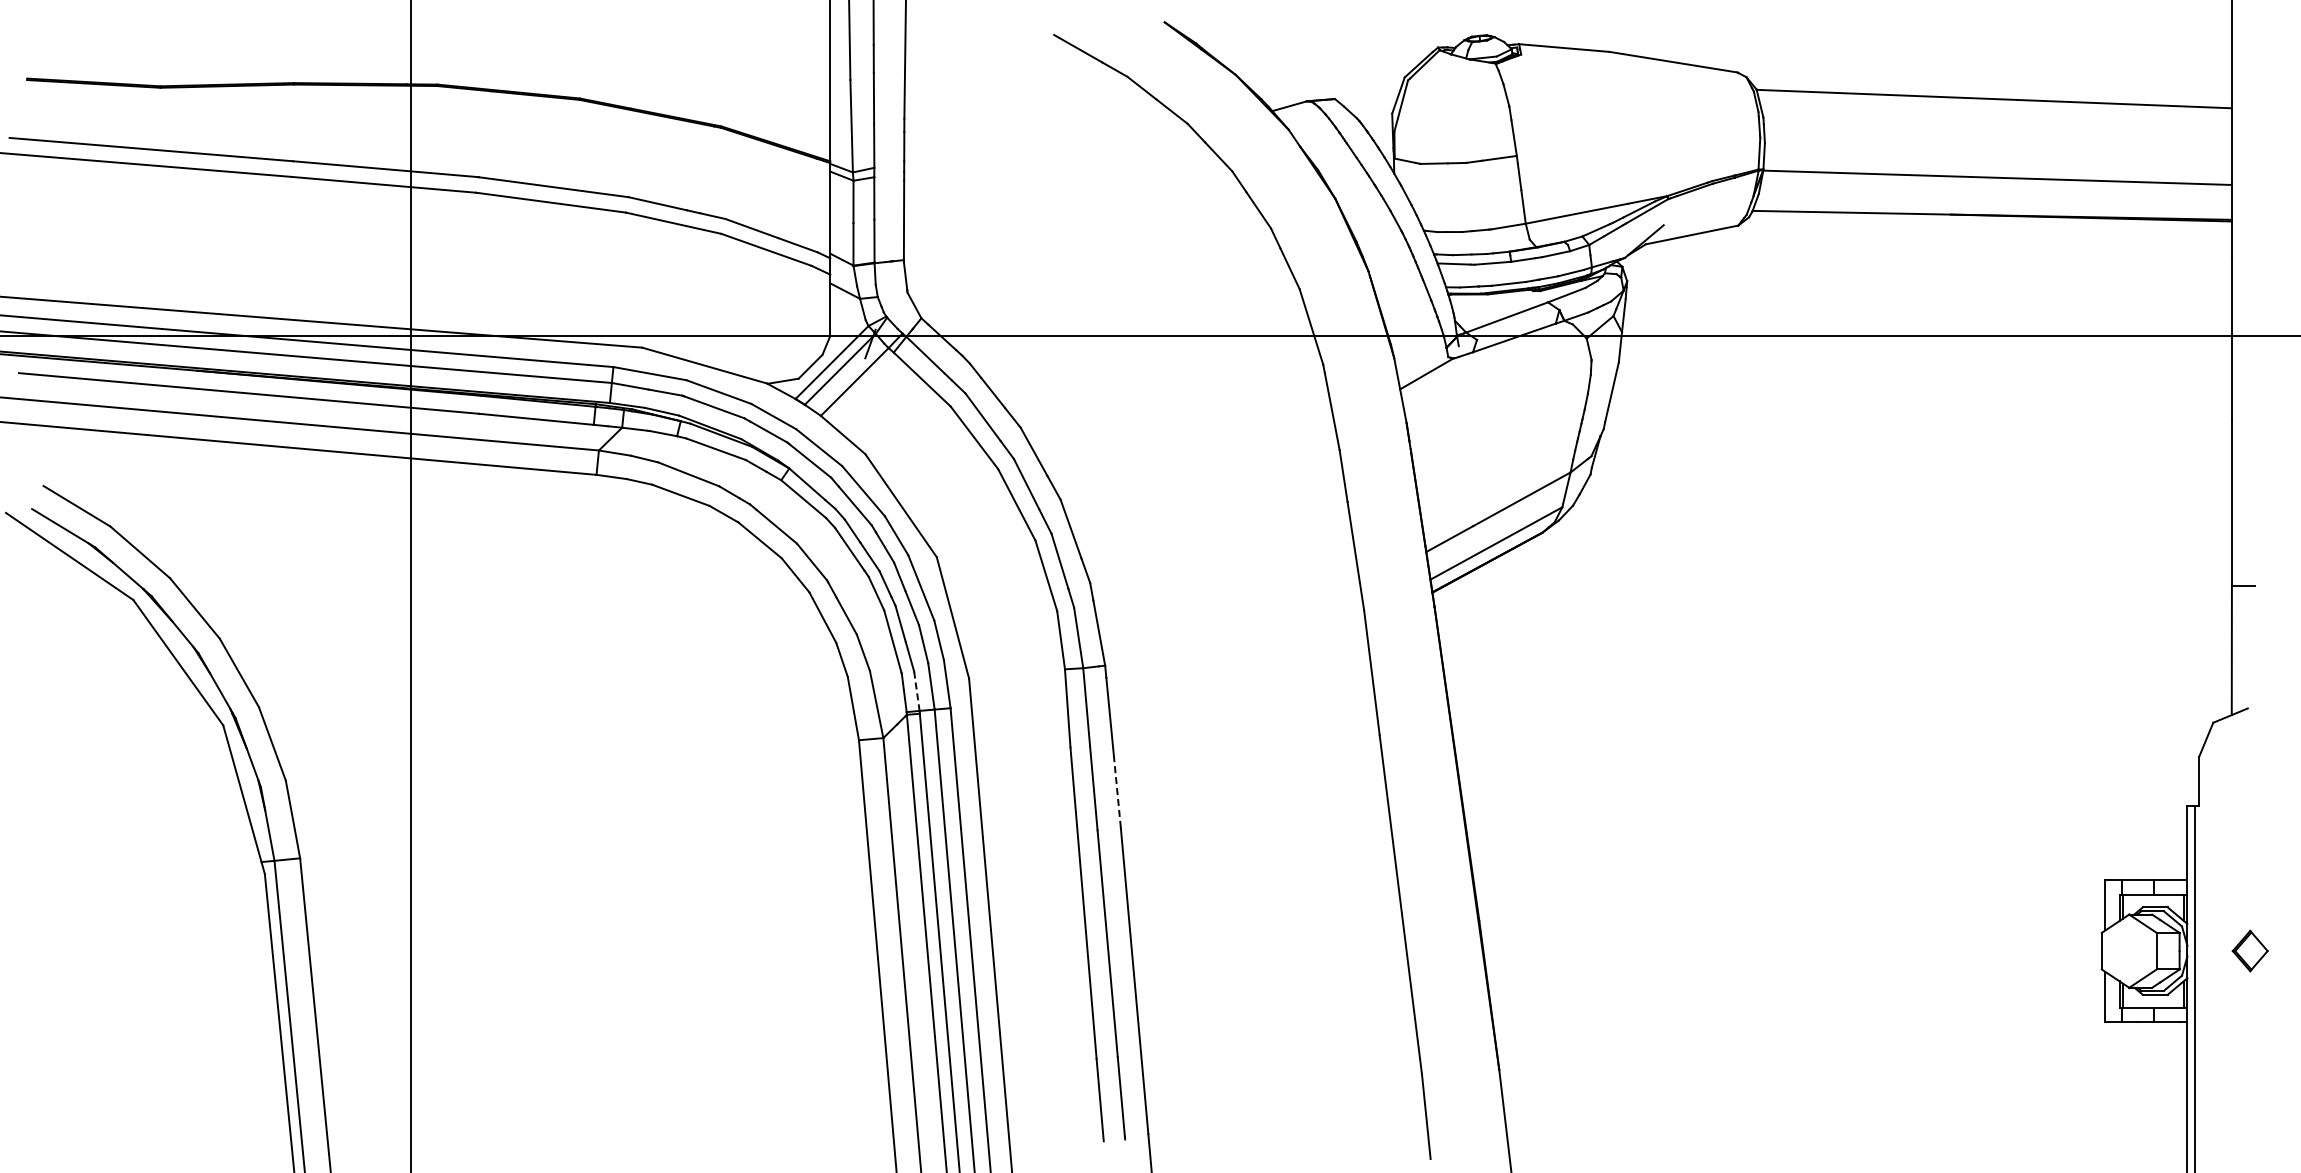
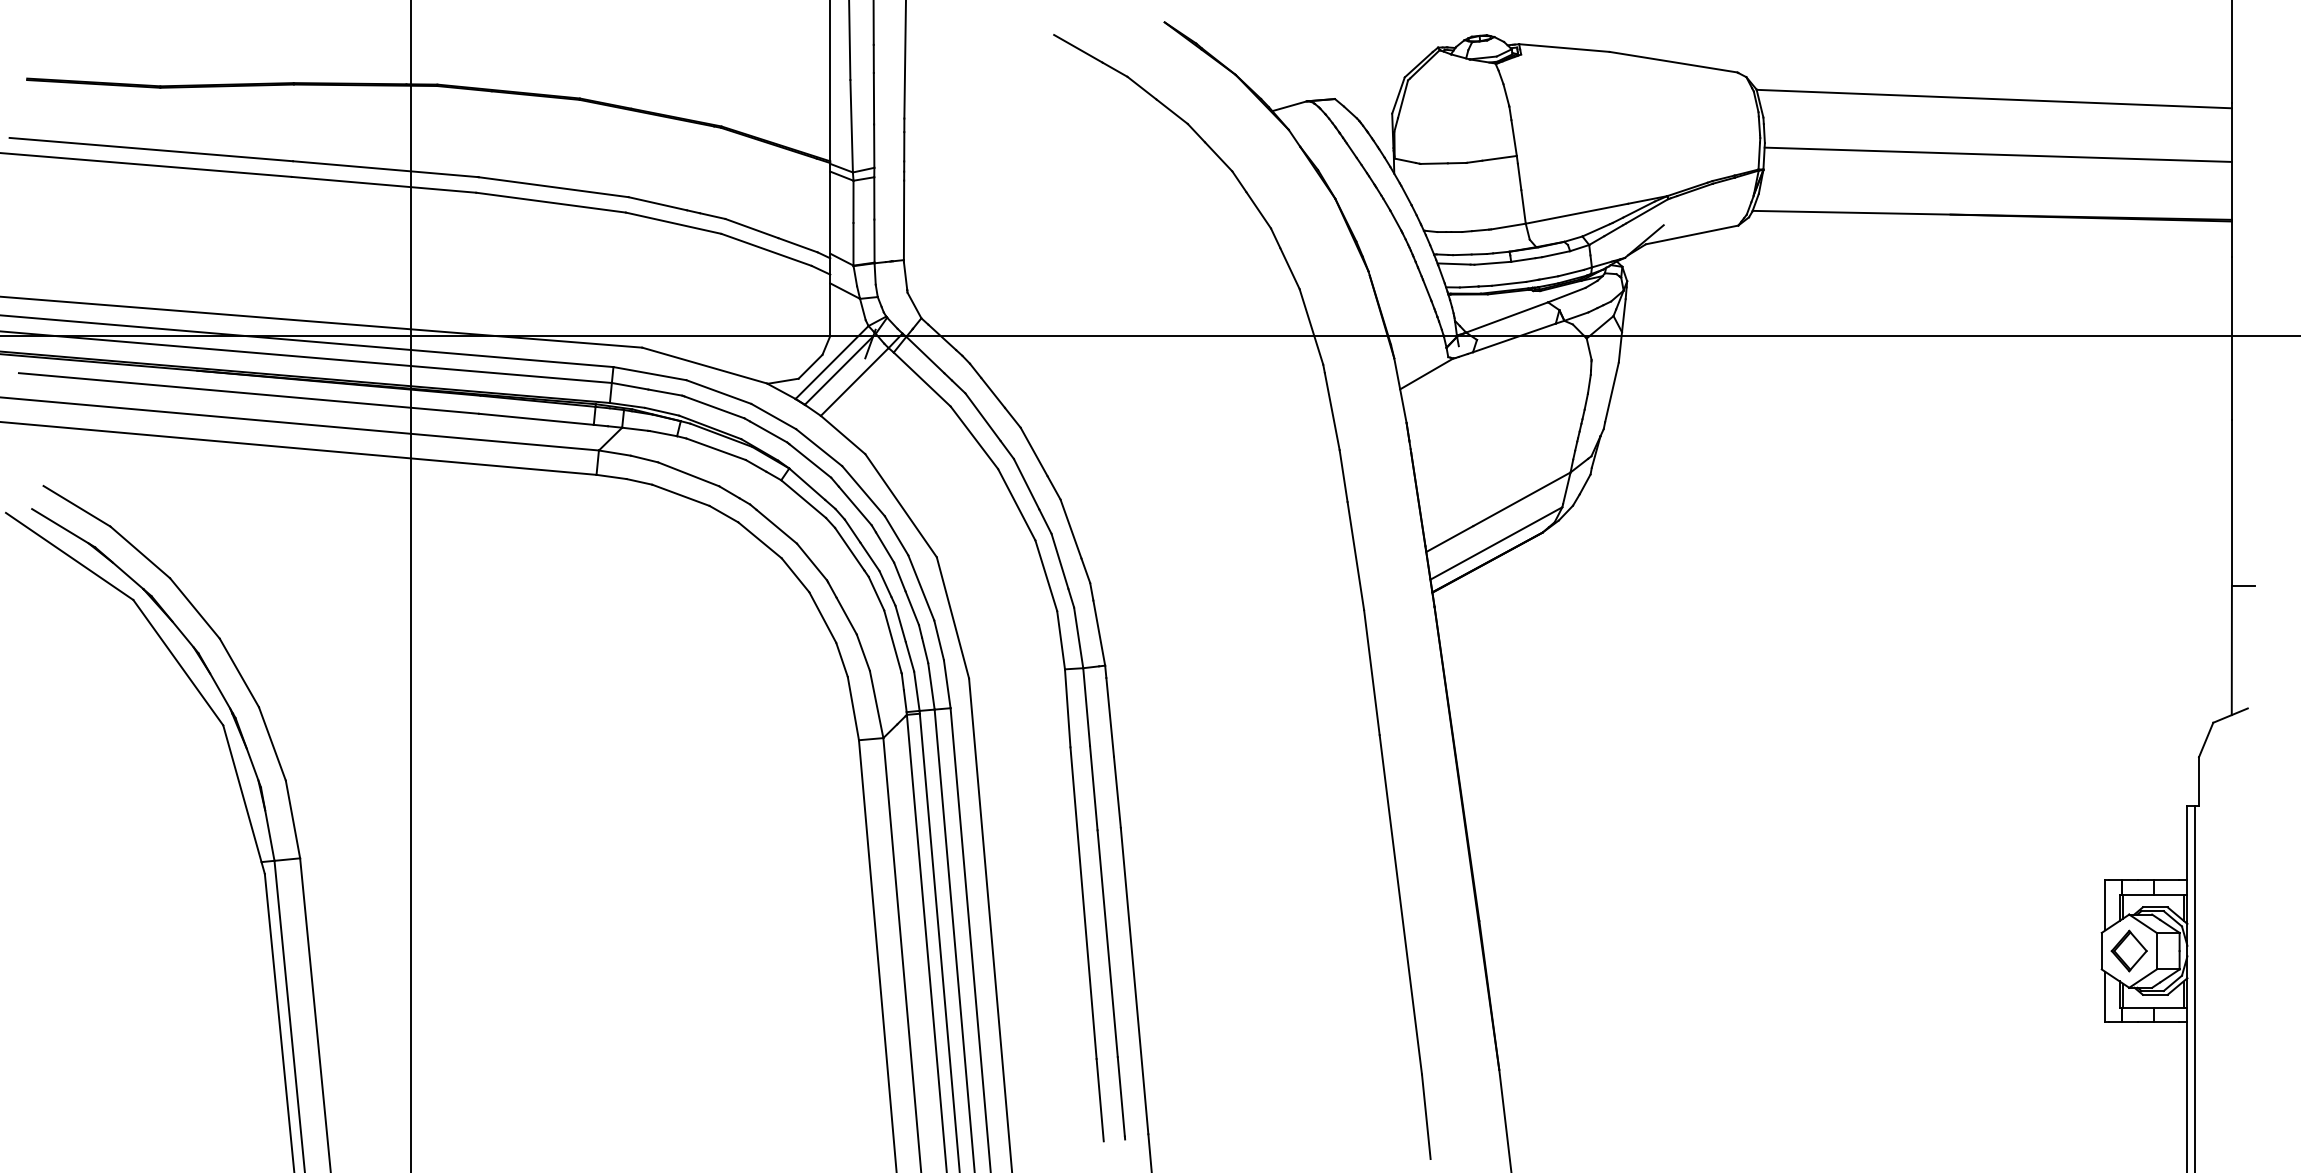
line at (1996, 177) position: (1996, 177) -> (1997, 154)
line at (916, 691): dashed -> solid
line at (1117, 792): dashed -> solid
part at (2249, 950) position: (2249, 950) -> (2128, 950)
